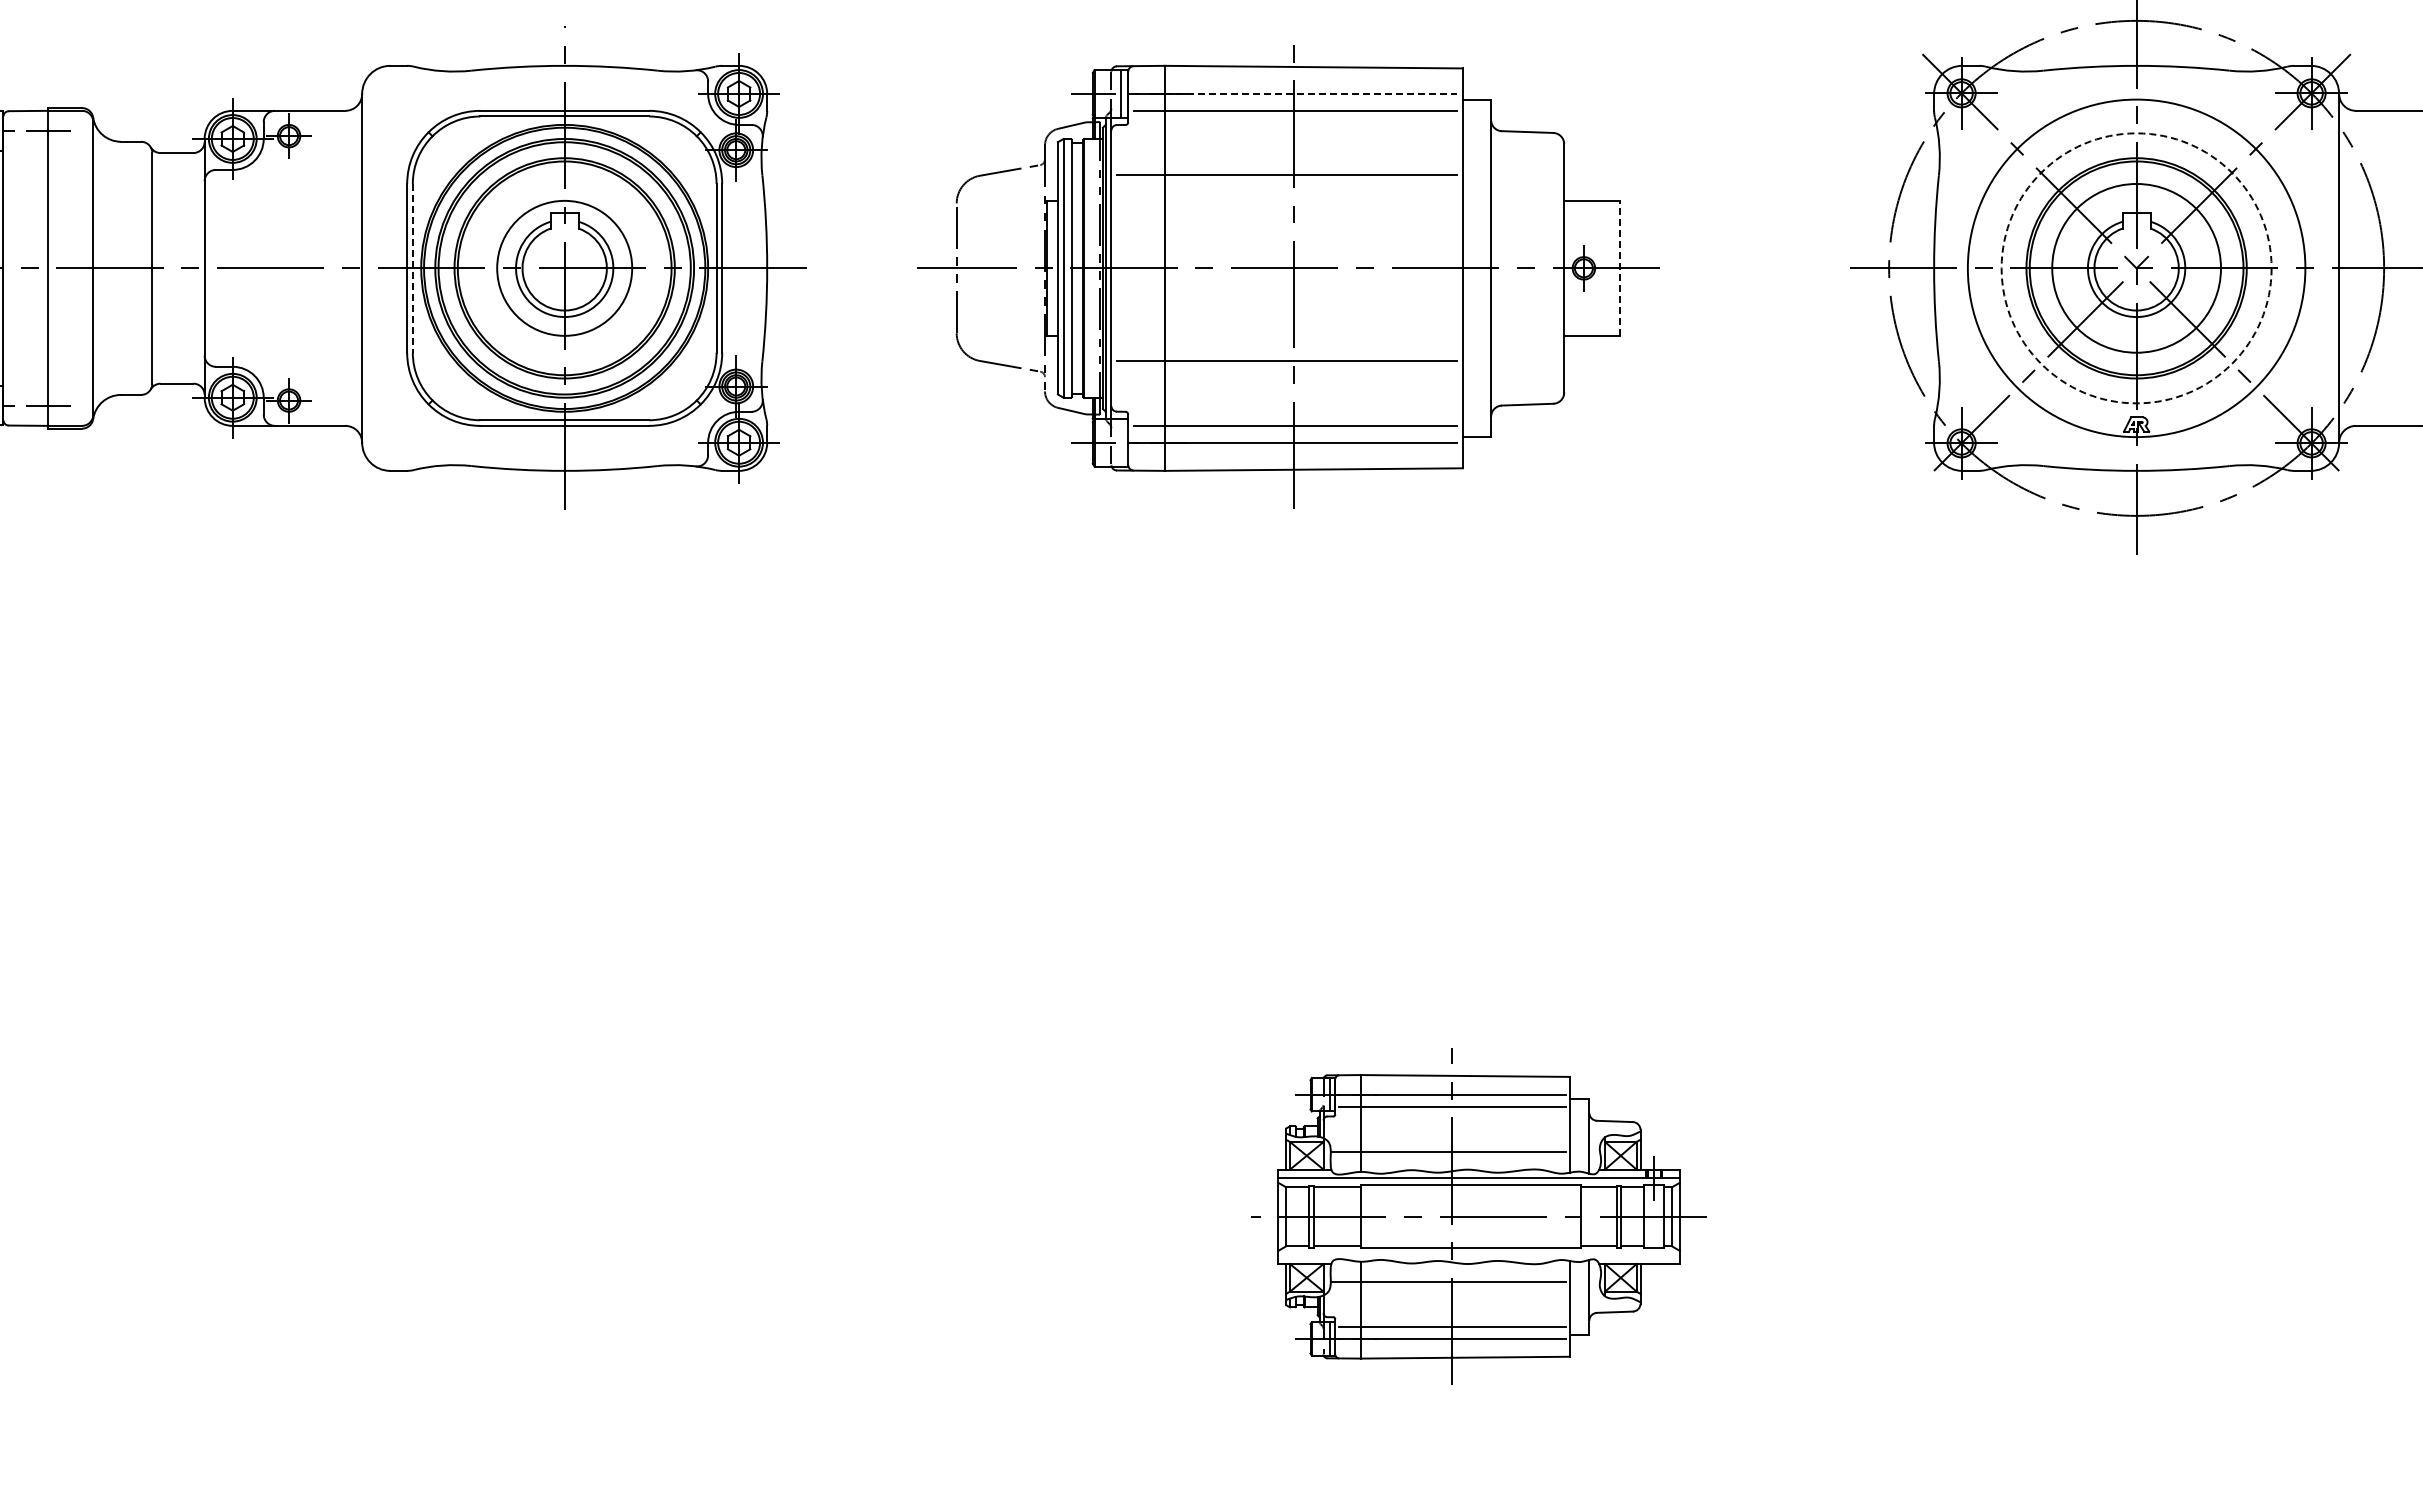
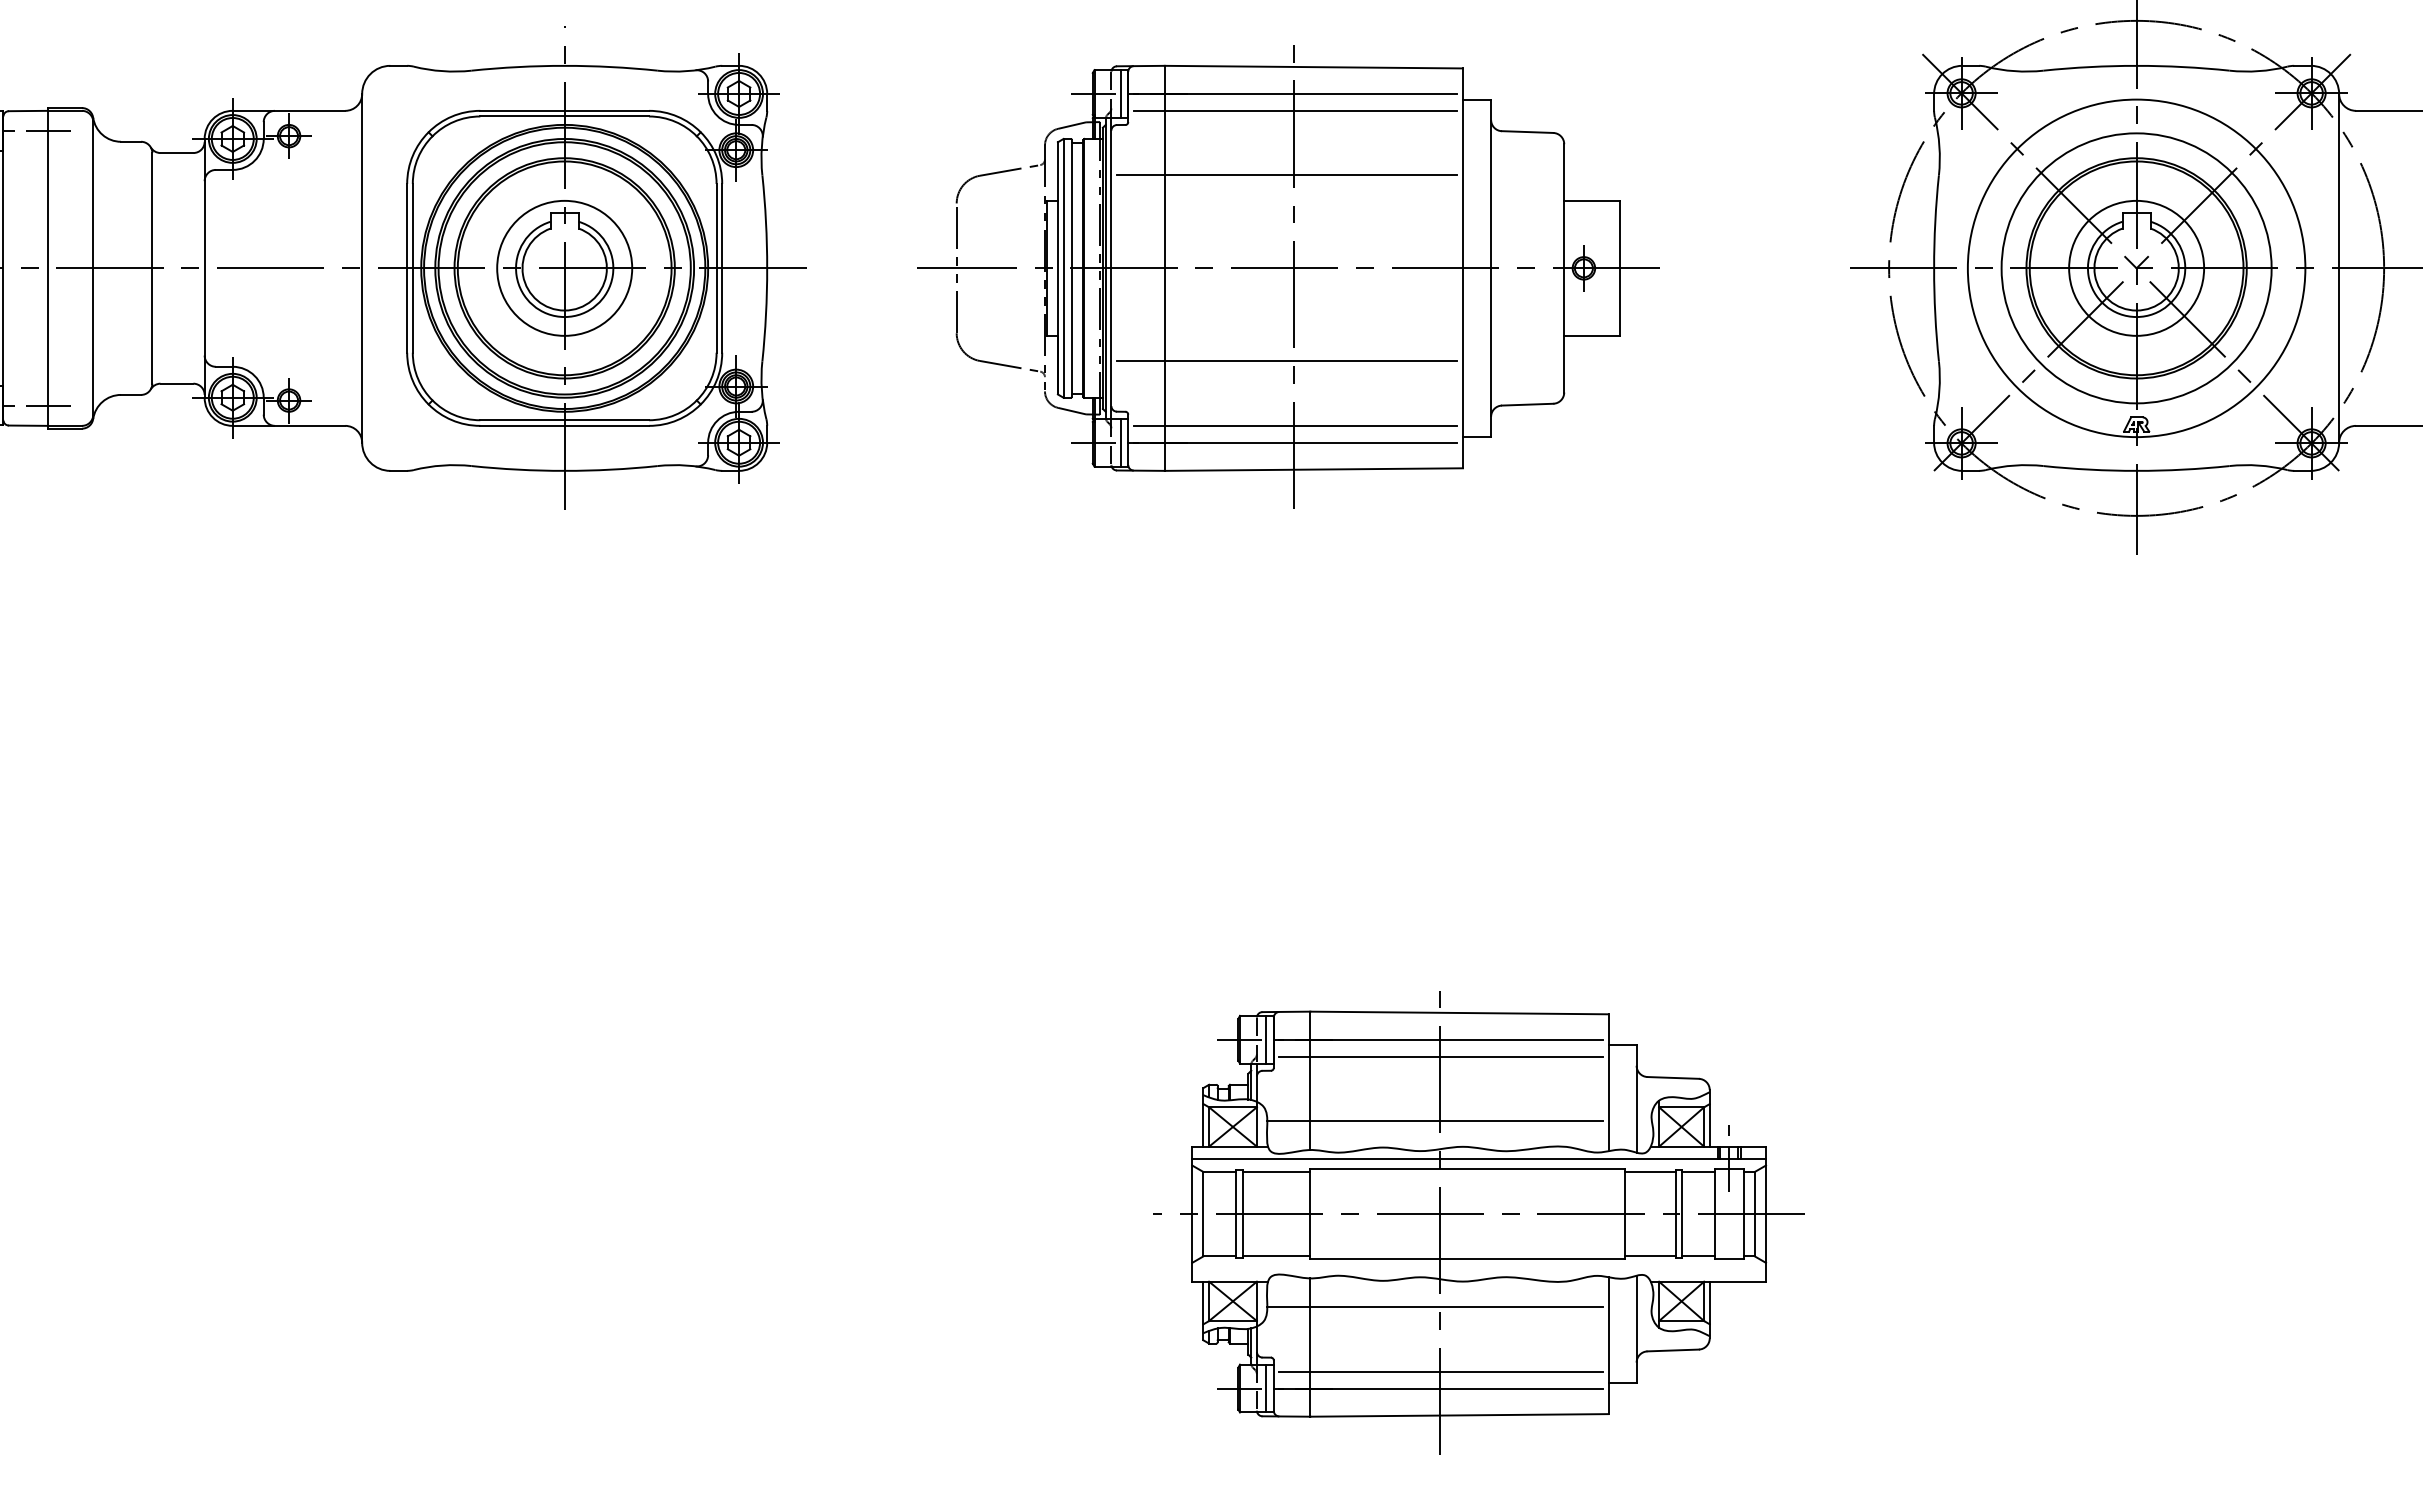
line at (1311, 93): dashed -> solid
circle at (2136, 267) diameter: 169 px -> 135 px
line at (412, 268): dashed -> solid
line at (1620, 268): dashed -> solid
circle at (2136, 268): dashed -> solid
line at (1120, 442): none -> present
part at (1478, 1219) size: 456x331 px -> 652x464 px
